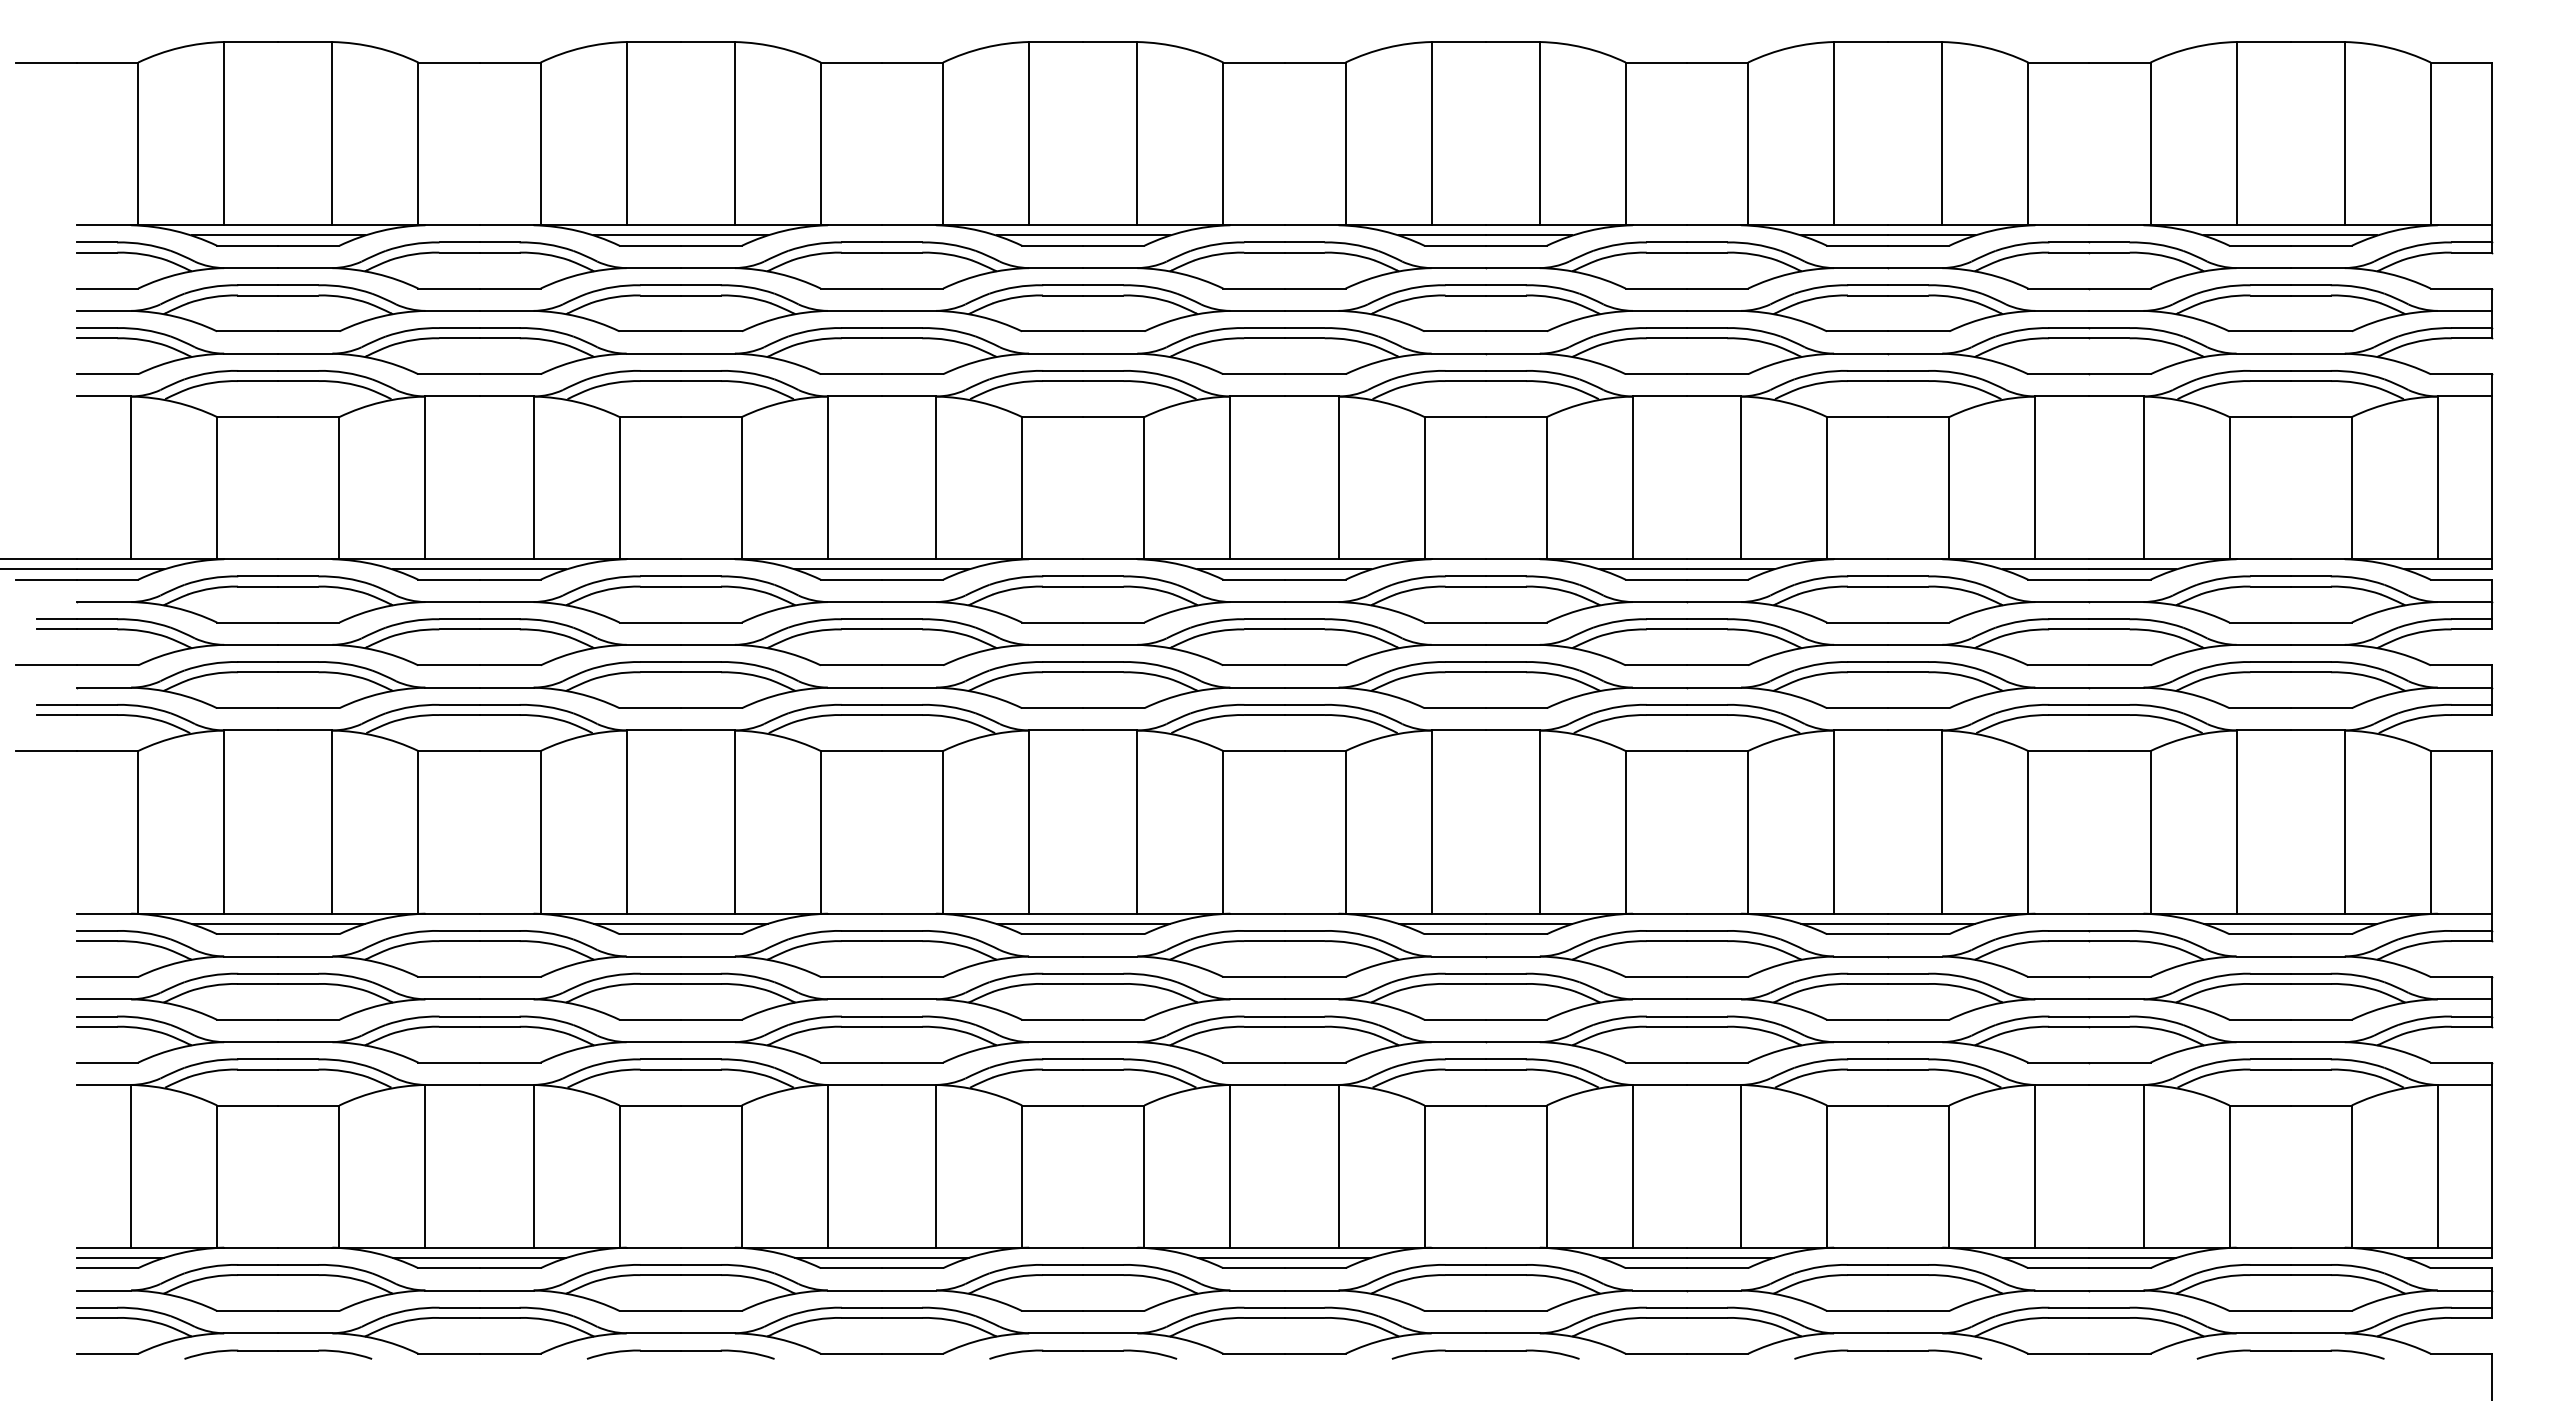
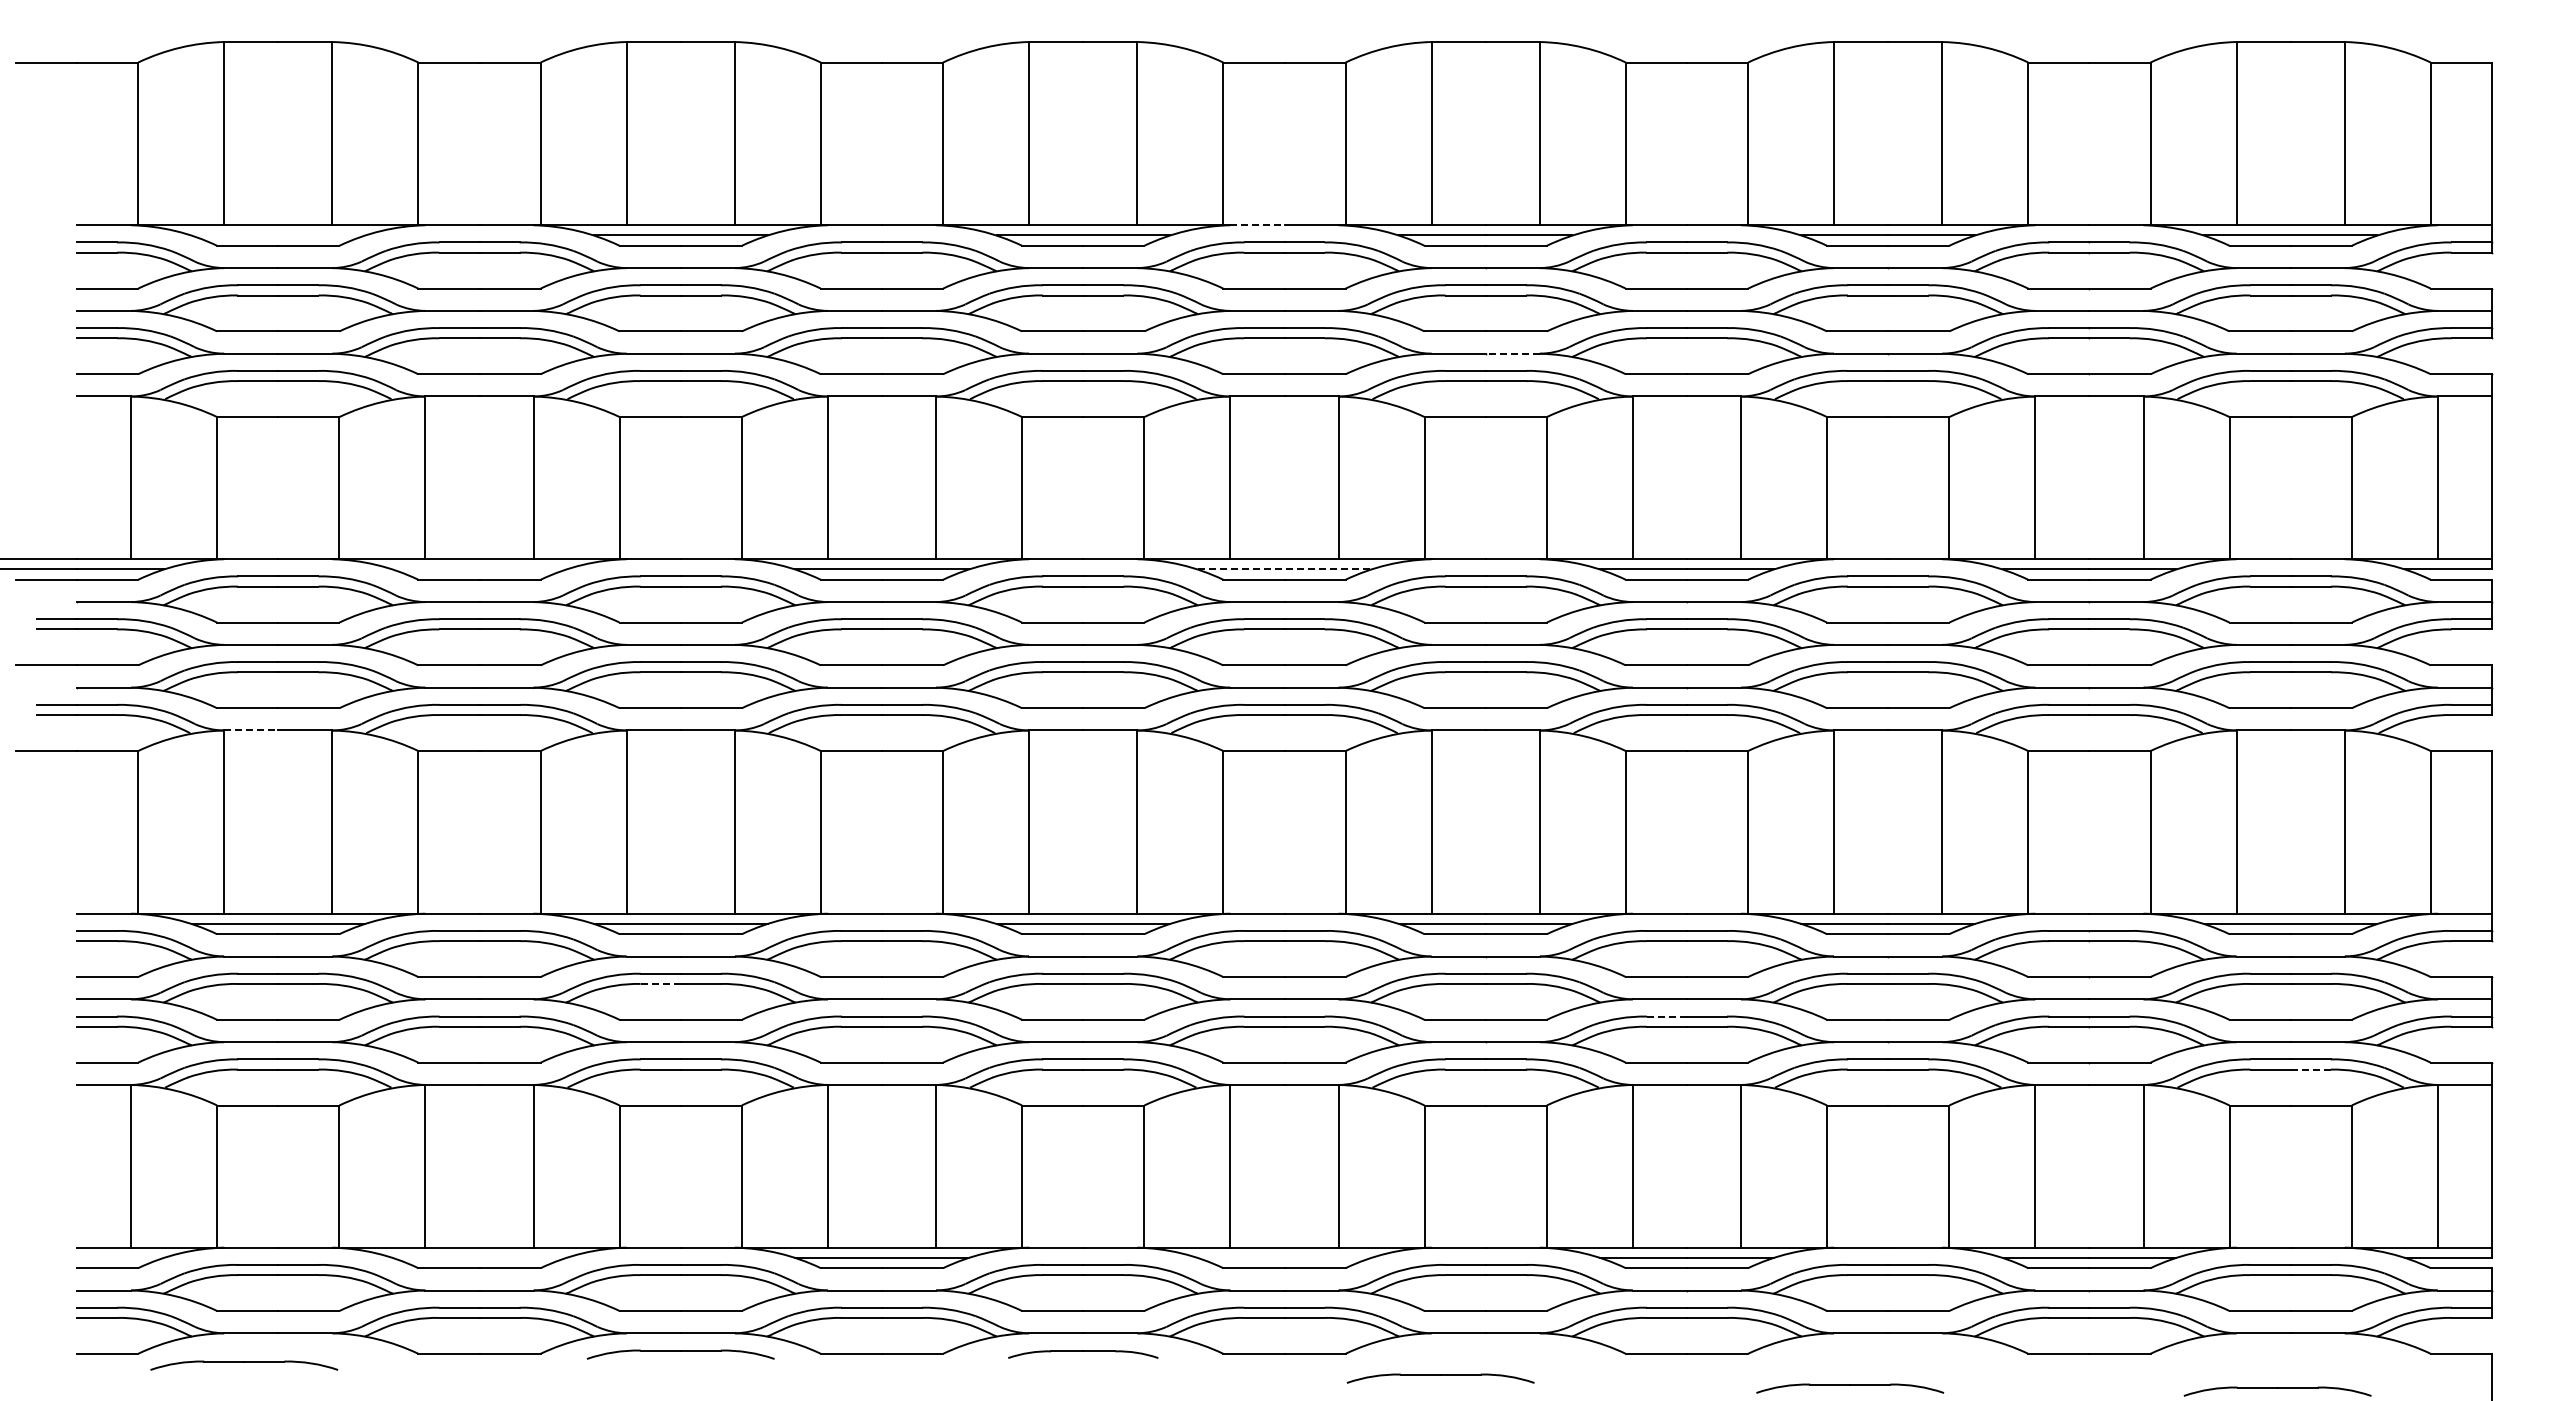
line at (1257, 225): solid -> dashed
line at (278, 235): present -> none
line at (1512, 353): solid -> dashed
line at (479, 569): present -> none
line at (1284, 569): solid -> dashed
line at (251, 730): solid -> dashed
line at (660, 983): solid -> dashed
line at (1666, 1016): solid -> dashed
line at (2310, 1069): solid -> dashed
line at (120, 1257): present -> none
line at (479, 1257): present -> none
line at (1284, 1257): present -> none
part at (278, 1354) position: (278, 1354) -> (244, 1365)
part at (1083, 1354) size: 189x11 px -> 151x9 px
part at (1485, 1354) position: (1485, 1354) -> (1440, 1378)
part at (1888, 1354) position: (1888, 1354) -> (1850, 1388)
part at (2290, 1354) position: (2290, 1354) -> (2277, 1391)
